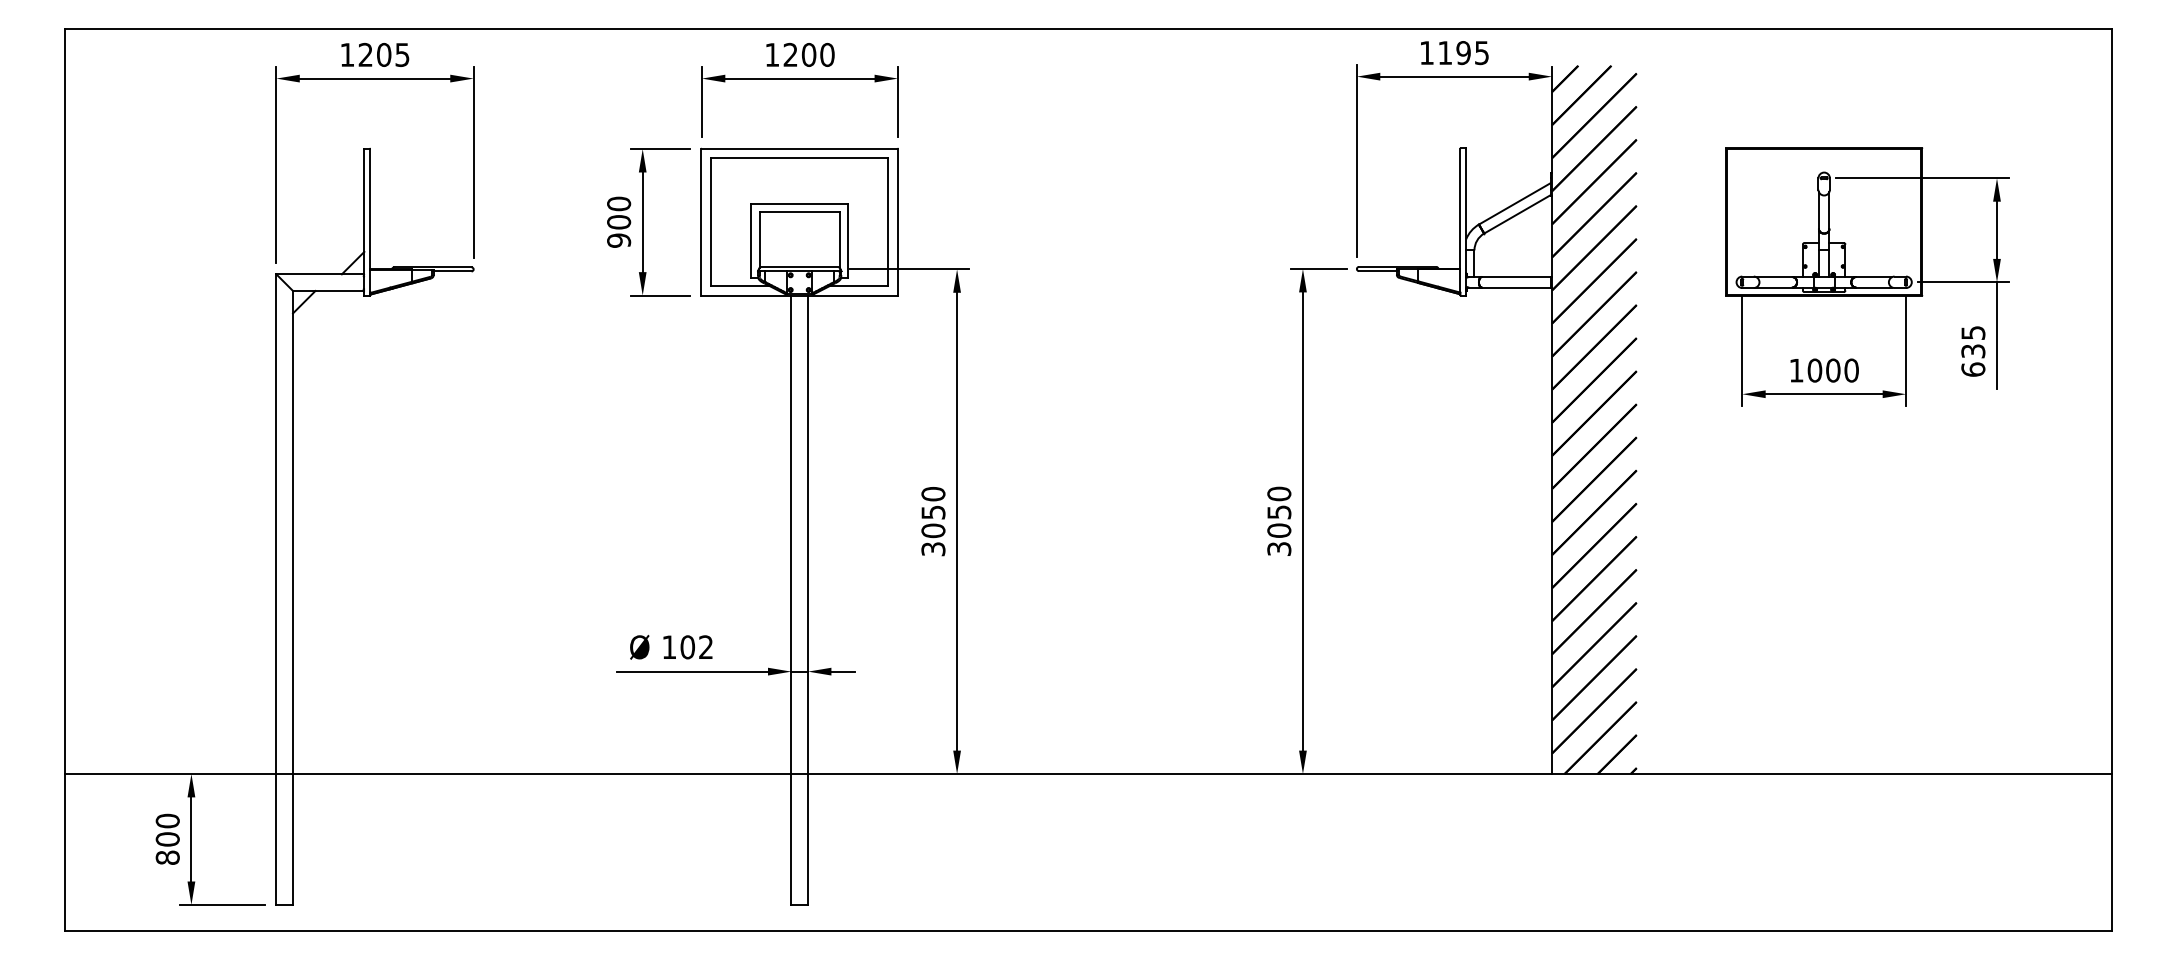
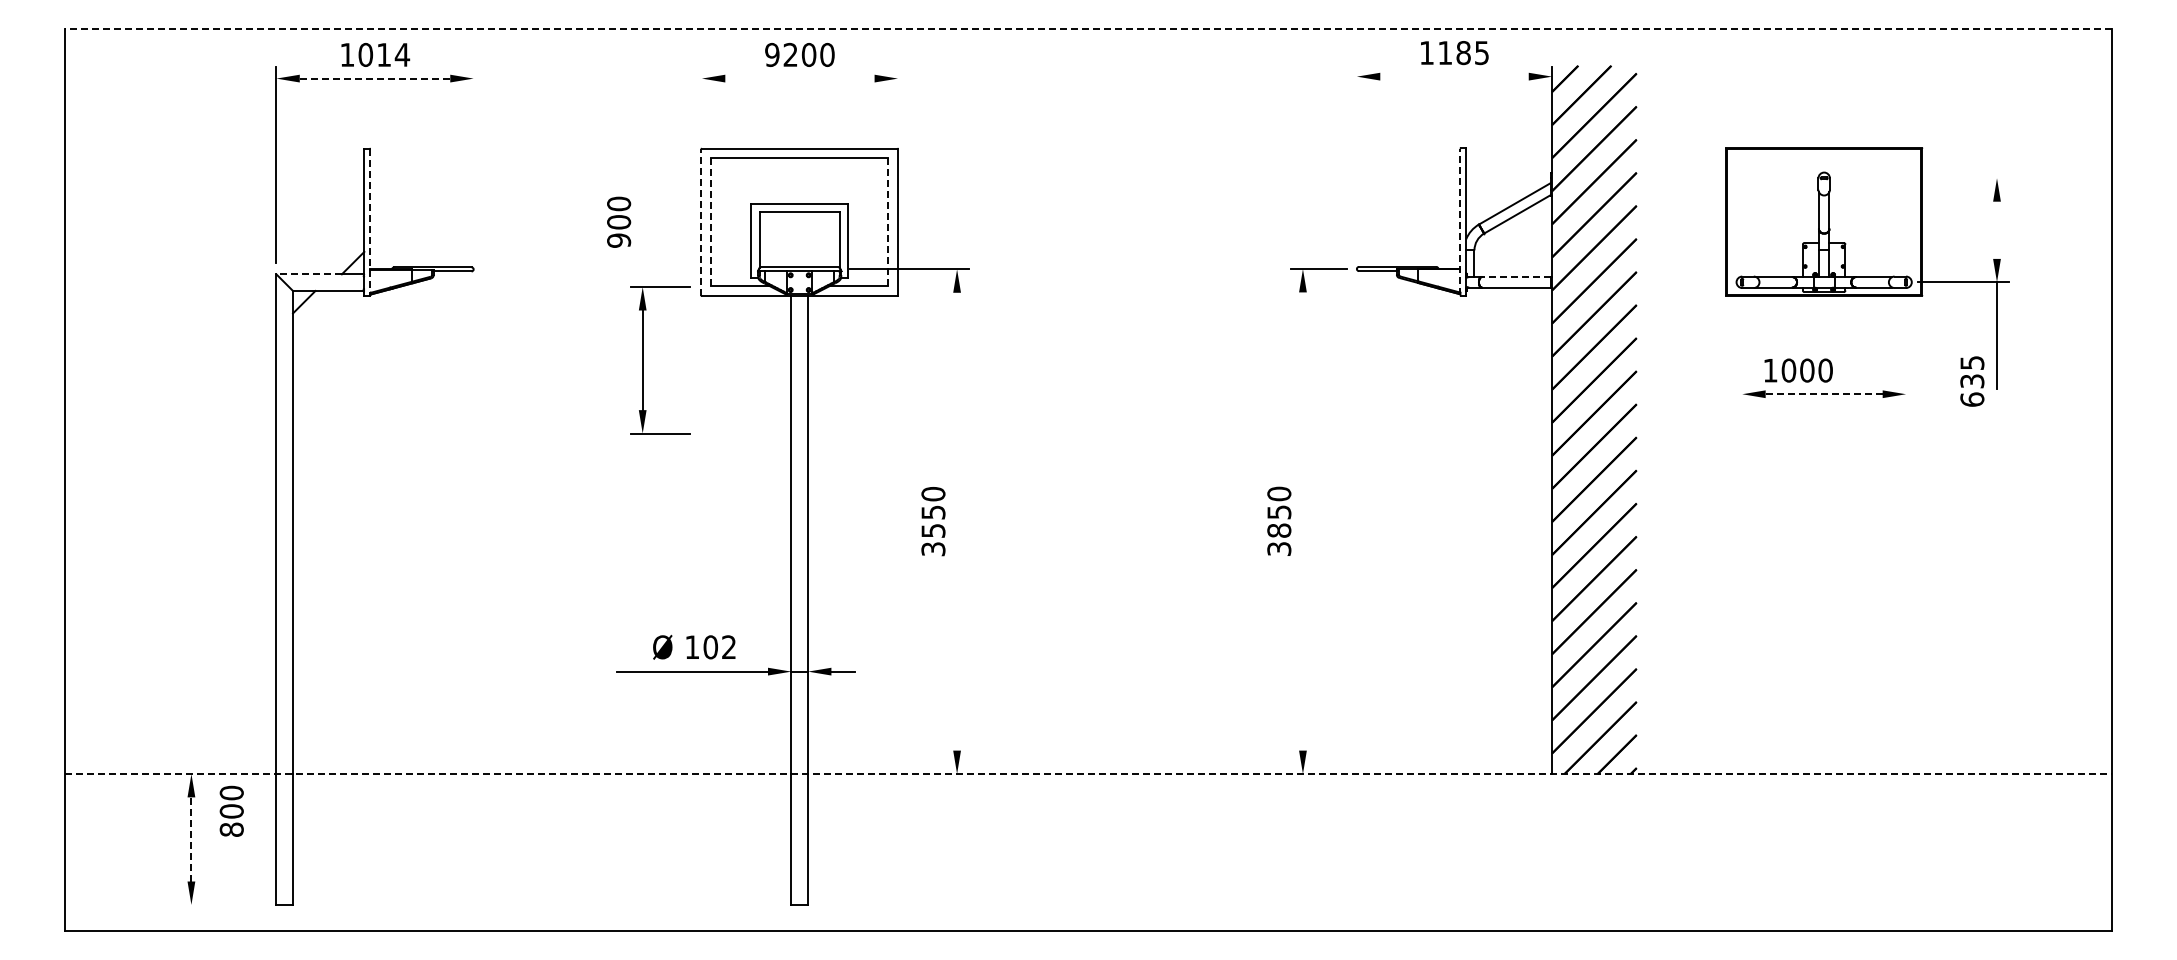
line at (1087, 28): solid -> dashed
text at (1463, 53): 1195 -> 1185
text at (384, 54): 1205 -> 1014
text at (772, 54): 1200 -> 9200
line at (1454, 76): present -> none
line at (375, 78): solid -> dashed
line at (799, 78): present -> none
line at (701, 101): present -> none
line at (897, 101): present -> none
line at (1356, 160): present -> none
line at (473, 161): present -> none
line at (1921, 178): present -> none
line at (701, 221): solid -> dashed
line at (711, 221): solid -> dashed
line at (1460, 221): solid -> dashed
line at (370, 222): solid -> dashed
part at (643, 222) position: (643, 222) -> (643, 360)
line at (888, 222): solid -> dashed
line at (1997, 229): present -> none
line at (309, 274): solid -> dashed
line at (1516, 277): solid -> dashed
line at (1742, 350): present -> none
line at (1906, 350): present -> none
text at (1973, 351) position: (1973, 351) -> (1972, 381)
text at (1824, 370) position: (1824, 370) -> (1798, 370)
line at (1824, 394): solid -> dashed
line at (957, 521): present -> none
line at (1302, 521): present -> none
text at (933, 530): 3050 -> 3550
text at (1279, 530): 3050 -> 3850
text at (671, 646) position: (671, 646) -> (694, 646)
line at (1088, 774): solid -> dashed
text at (167, 838) position: (167, 838) -> (231, 810)
line at (191, 838): solid -> dashed
line at (221, 904): present -> none
